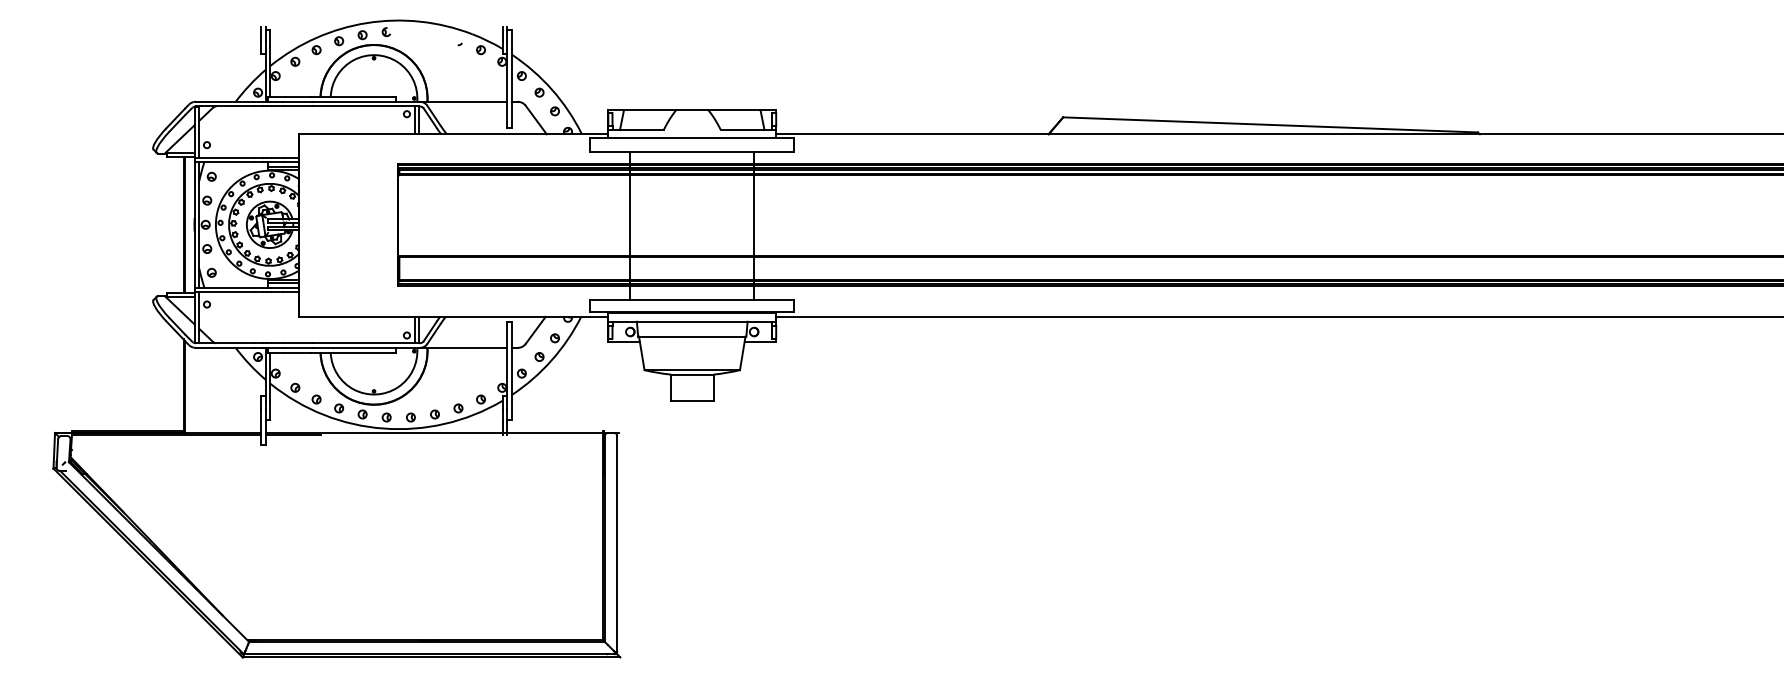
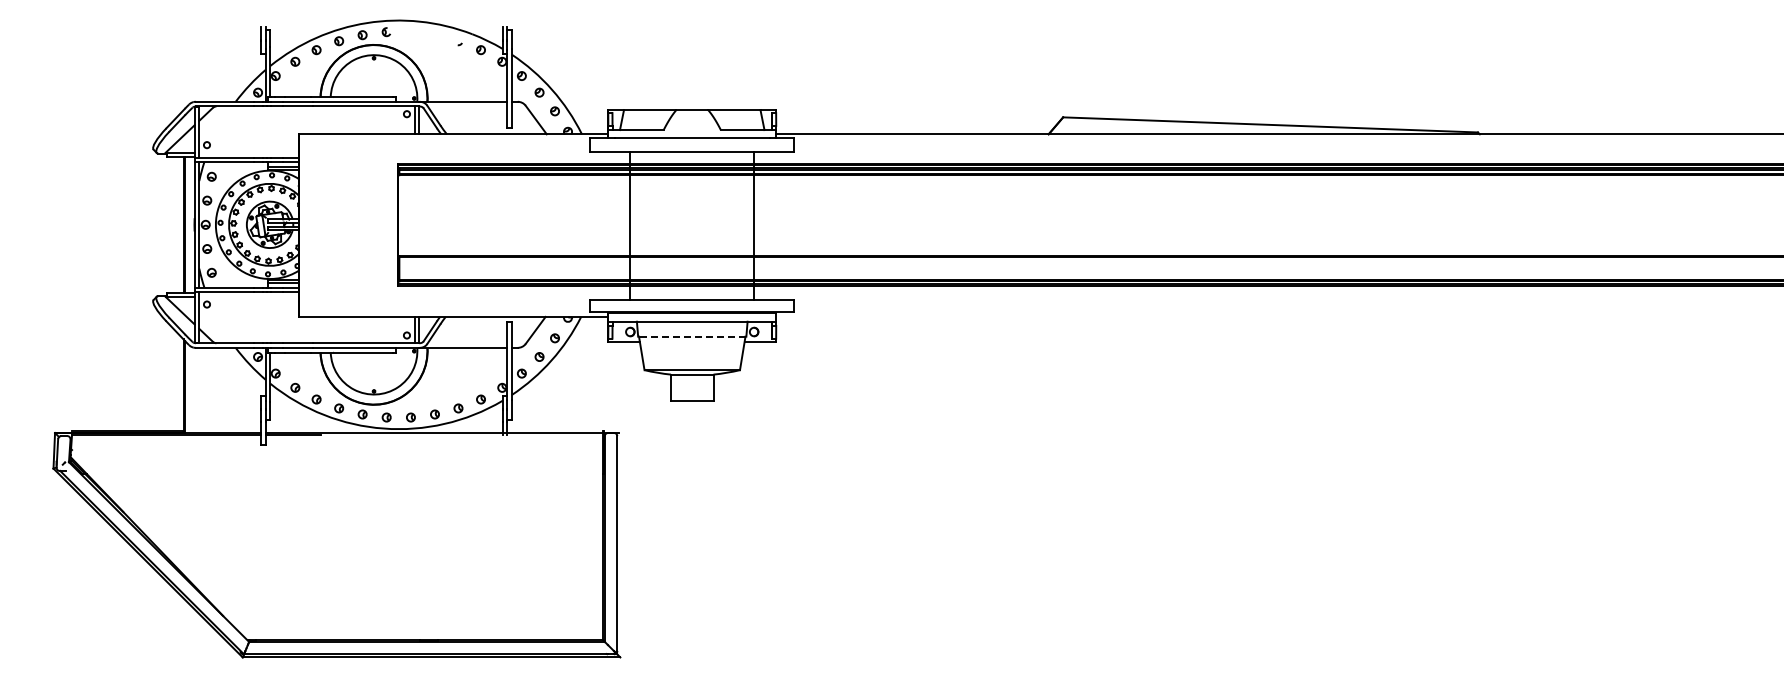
line at (1278, 316): present -> none
line at (691, 336): solid -> dashed
